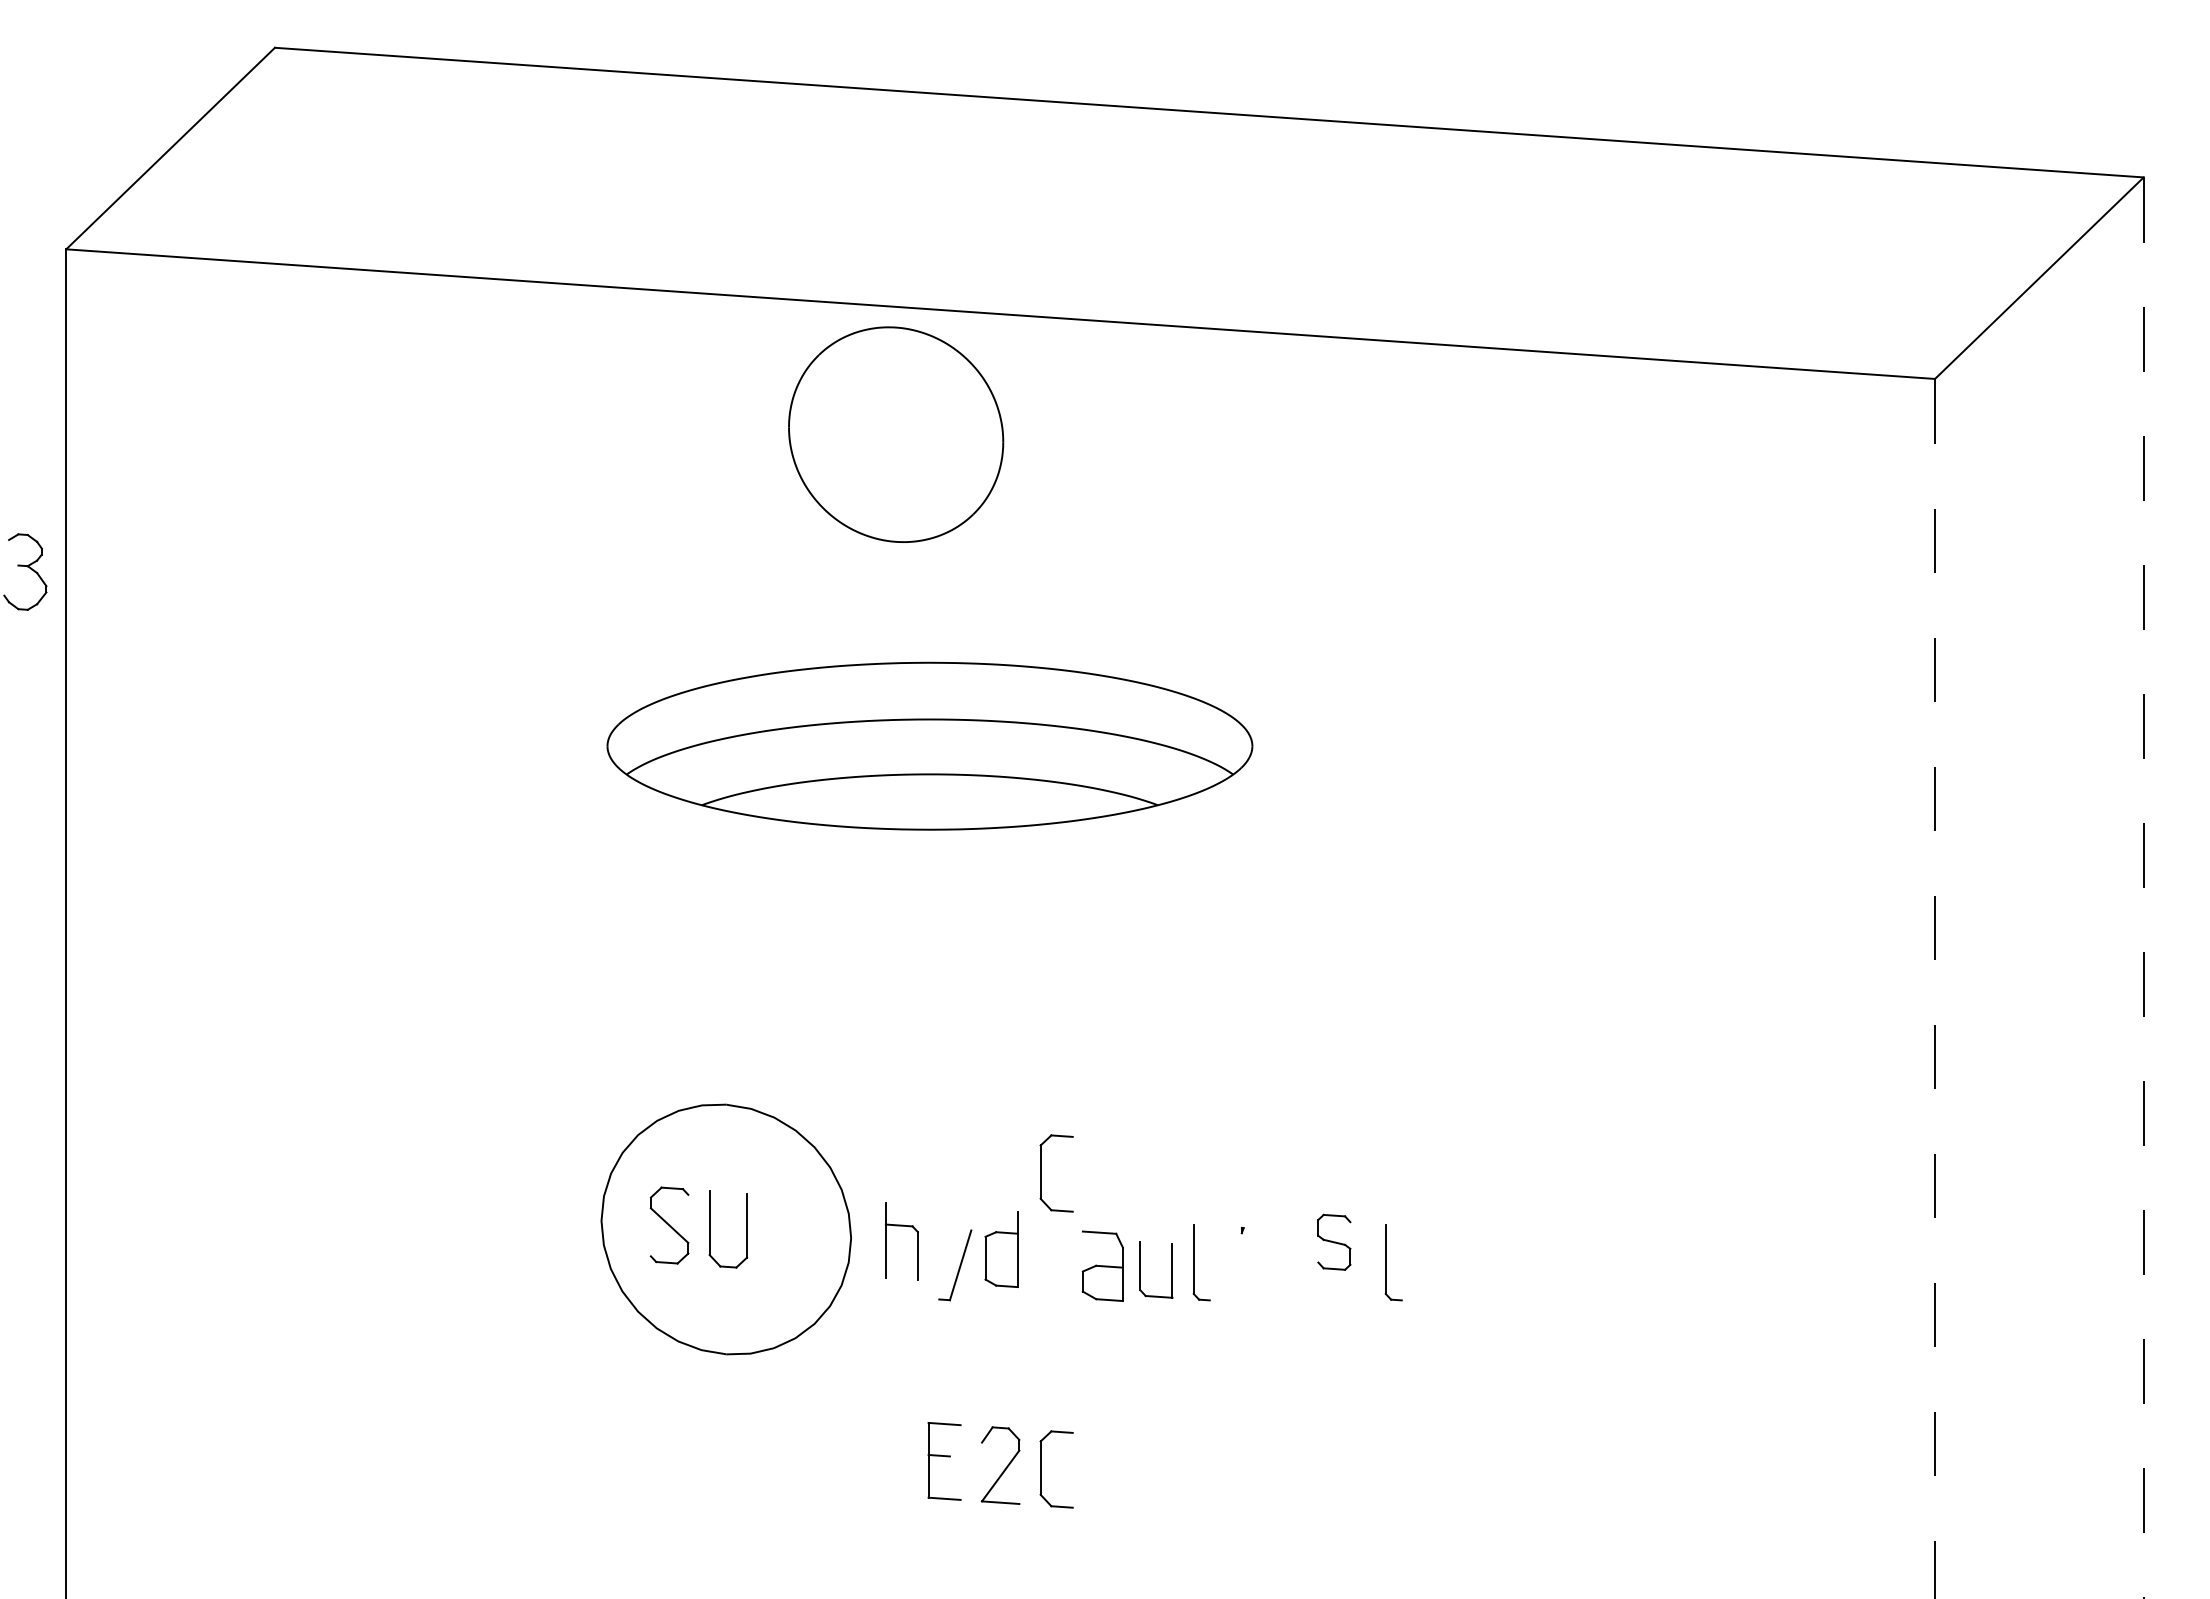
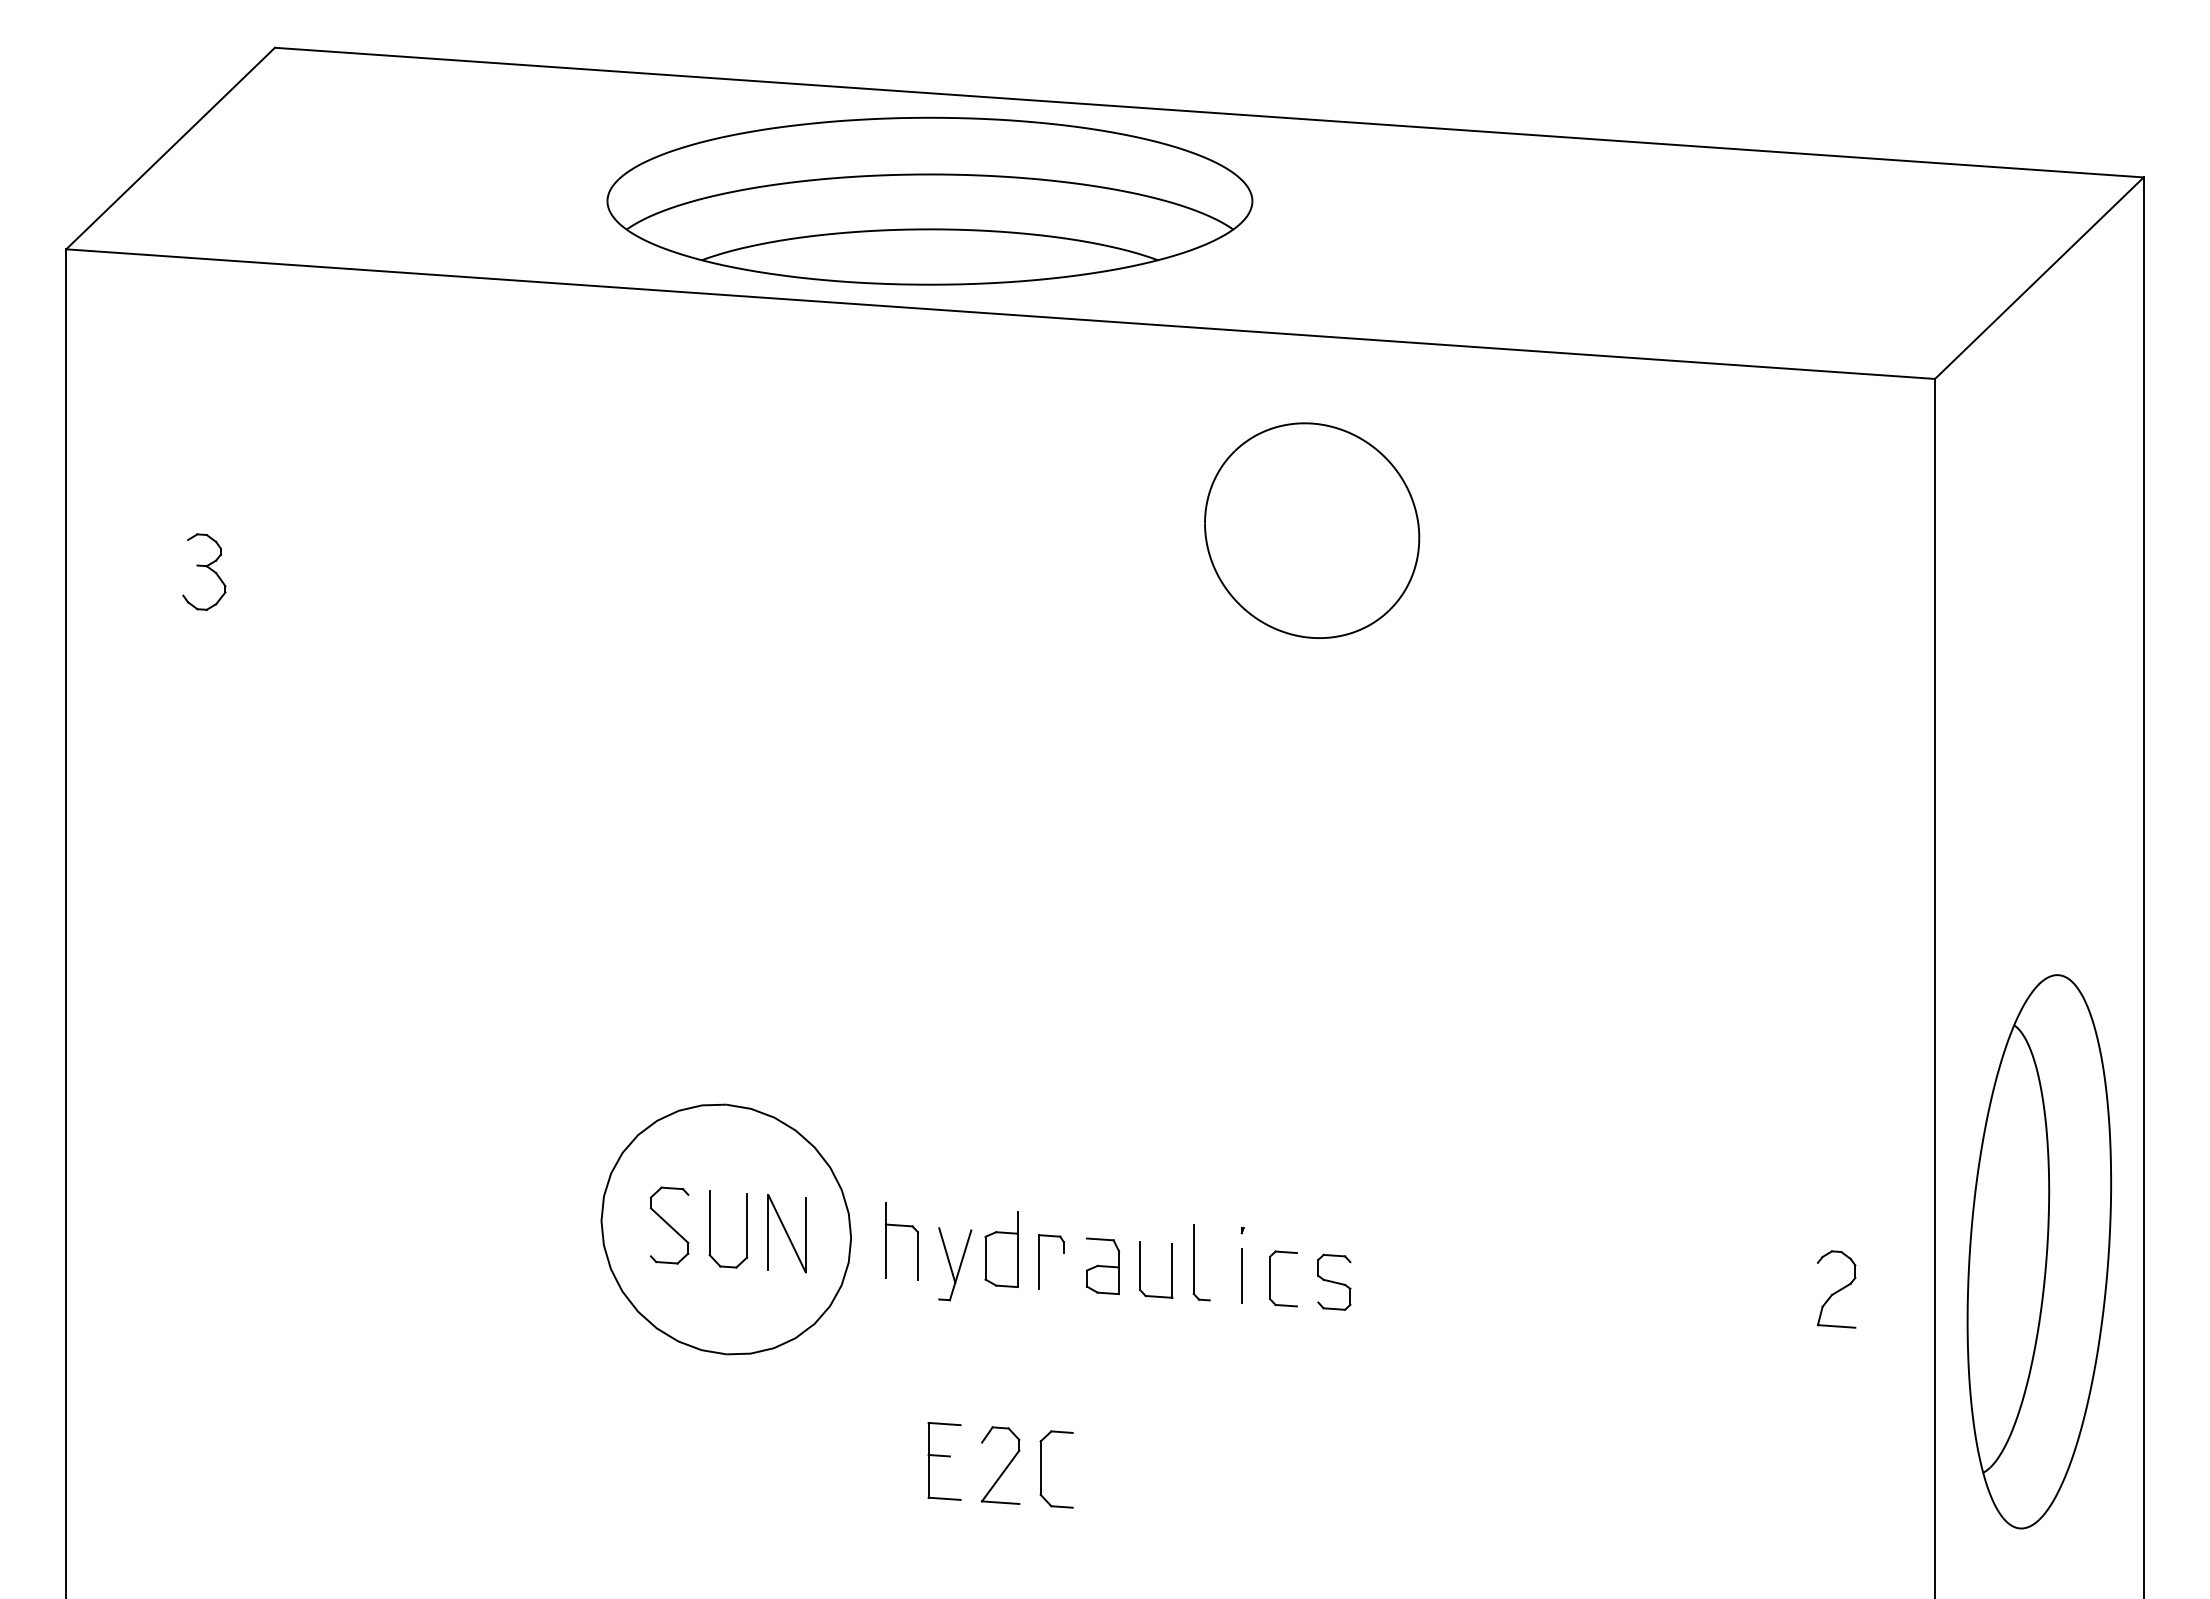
part at (896, 434) position: (896, 434) -> (1312, 530)
part at (25, 571) position: (25, 571) -> (204, 571)
part at (929, 745) position: (929, 745) -> (929, 200)
line at (2143, 888): dashed -> solid
line at (1935, 988): dashed -> solid
part at (1041, 1173): present -> none
part at (786, 1233): none -> present
part at (1334, 1241) position: (1334, 1241) -> (1334, 1281)
part at (2038, 1251): none -> present
line at (947, 1255): none -> present
part at (1039, 1261): none -> present
part at (1386, 1262): present -> none
part at (1102, 1265) size: 43x72 px -> 35x59 px
line at (1241, 1275): none -> present
part at (1270, 1278): none -> present
part at (1836, 1289): none -> present
